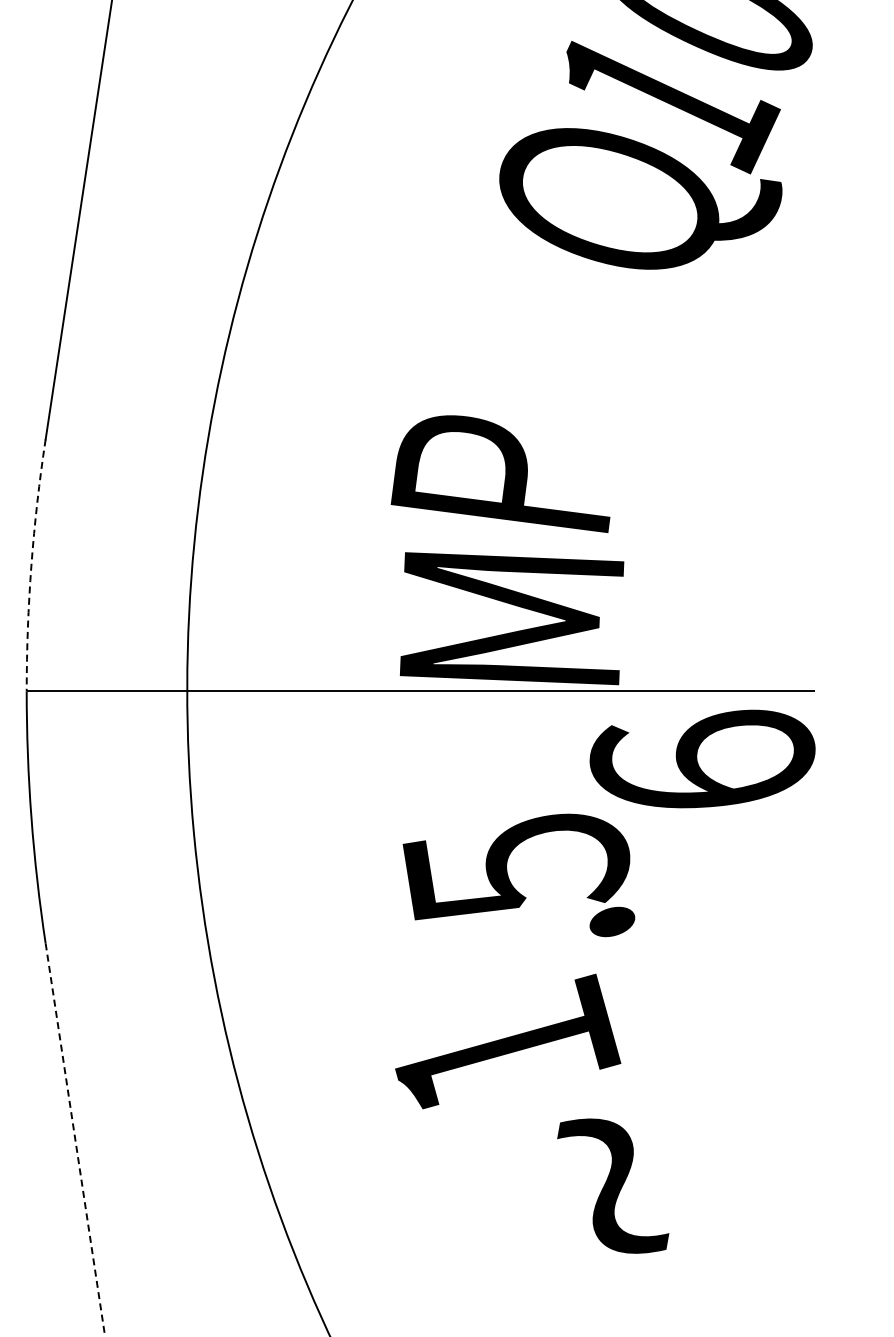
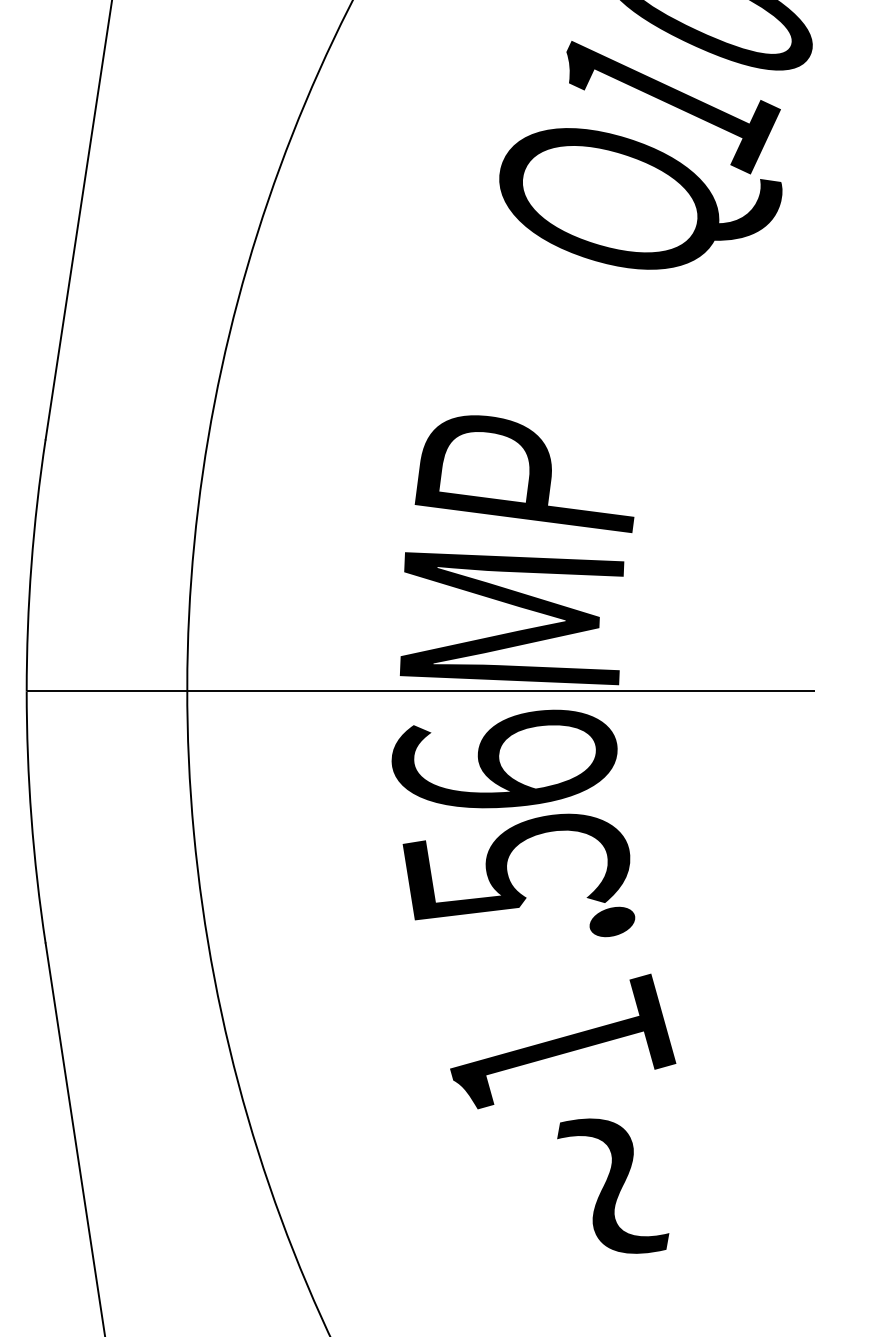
text at (500, 473) position: (500, 473) -> (524, 473)
arc at (31, 565): dashed -> solid
text at (702, 758) position: (702, 758) -> (504, 758)
text at (508, 1041) position: (508, 1041) -> (563, 1041)
line at (75, 1140): dashed -> solid
